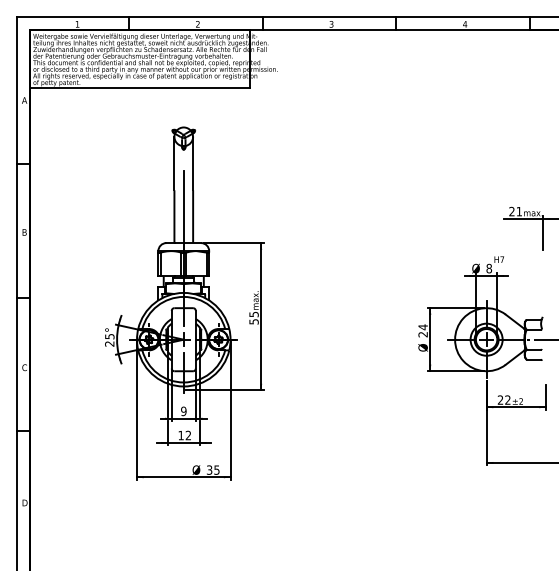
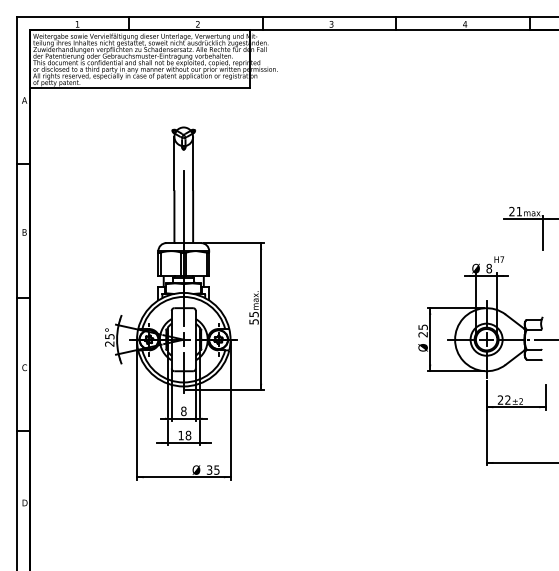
text at (422, 327): 24 -> 25
text at (183, 411): 9 -> 8
text at (188, 435): 12 -> 18
